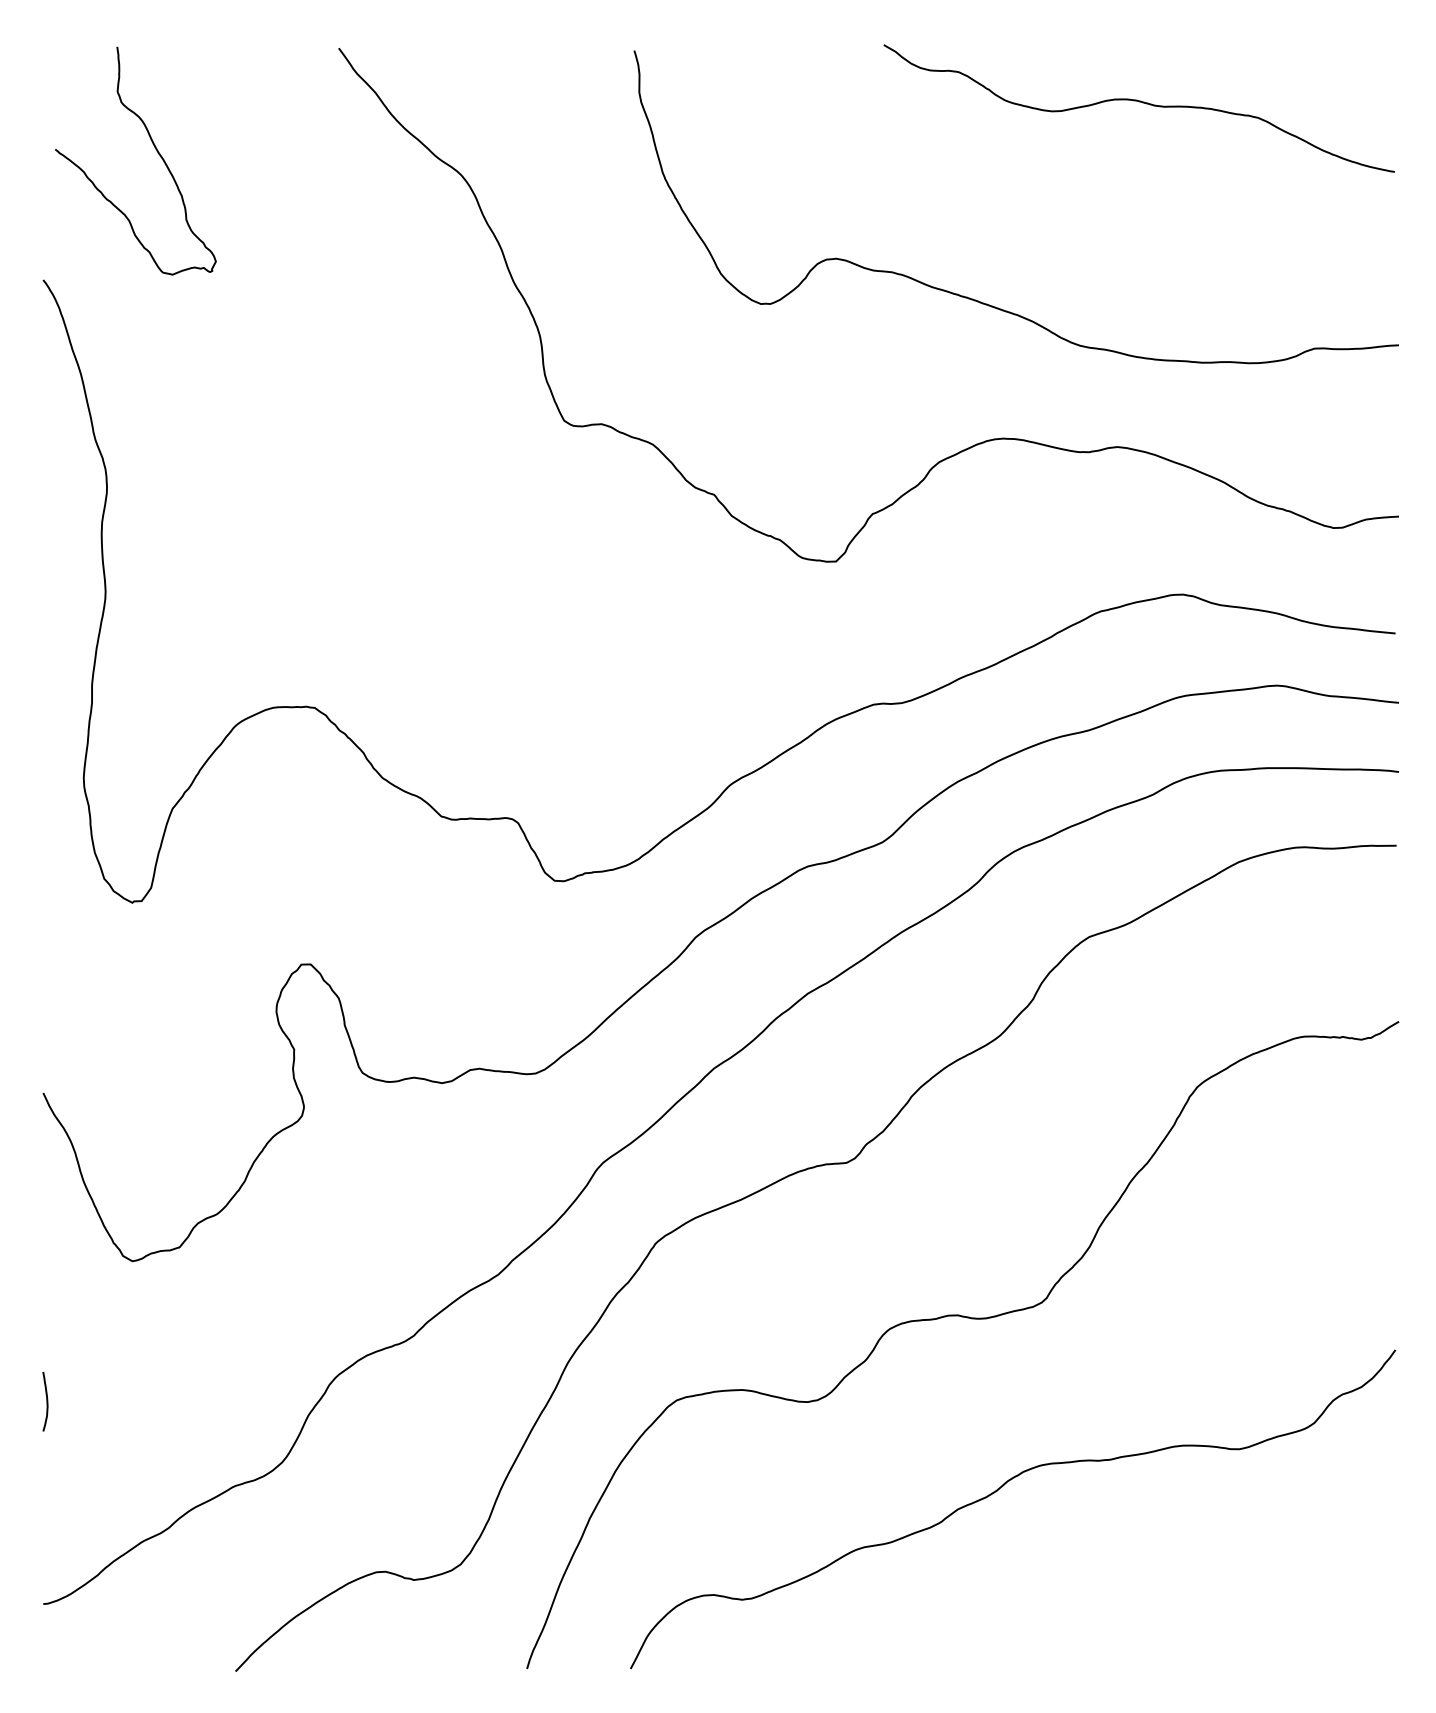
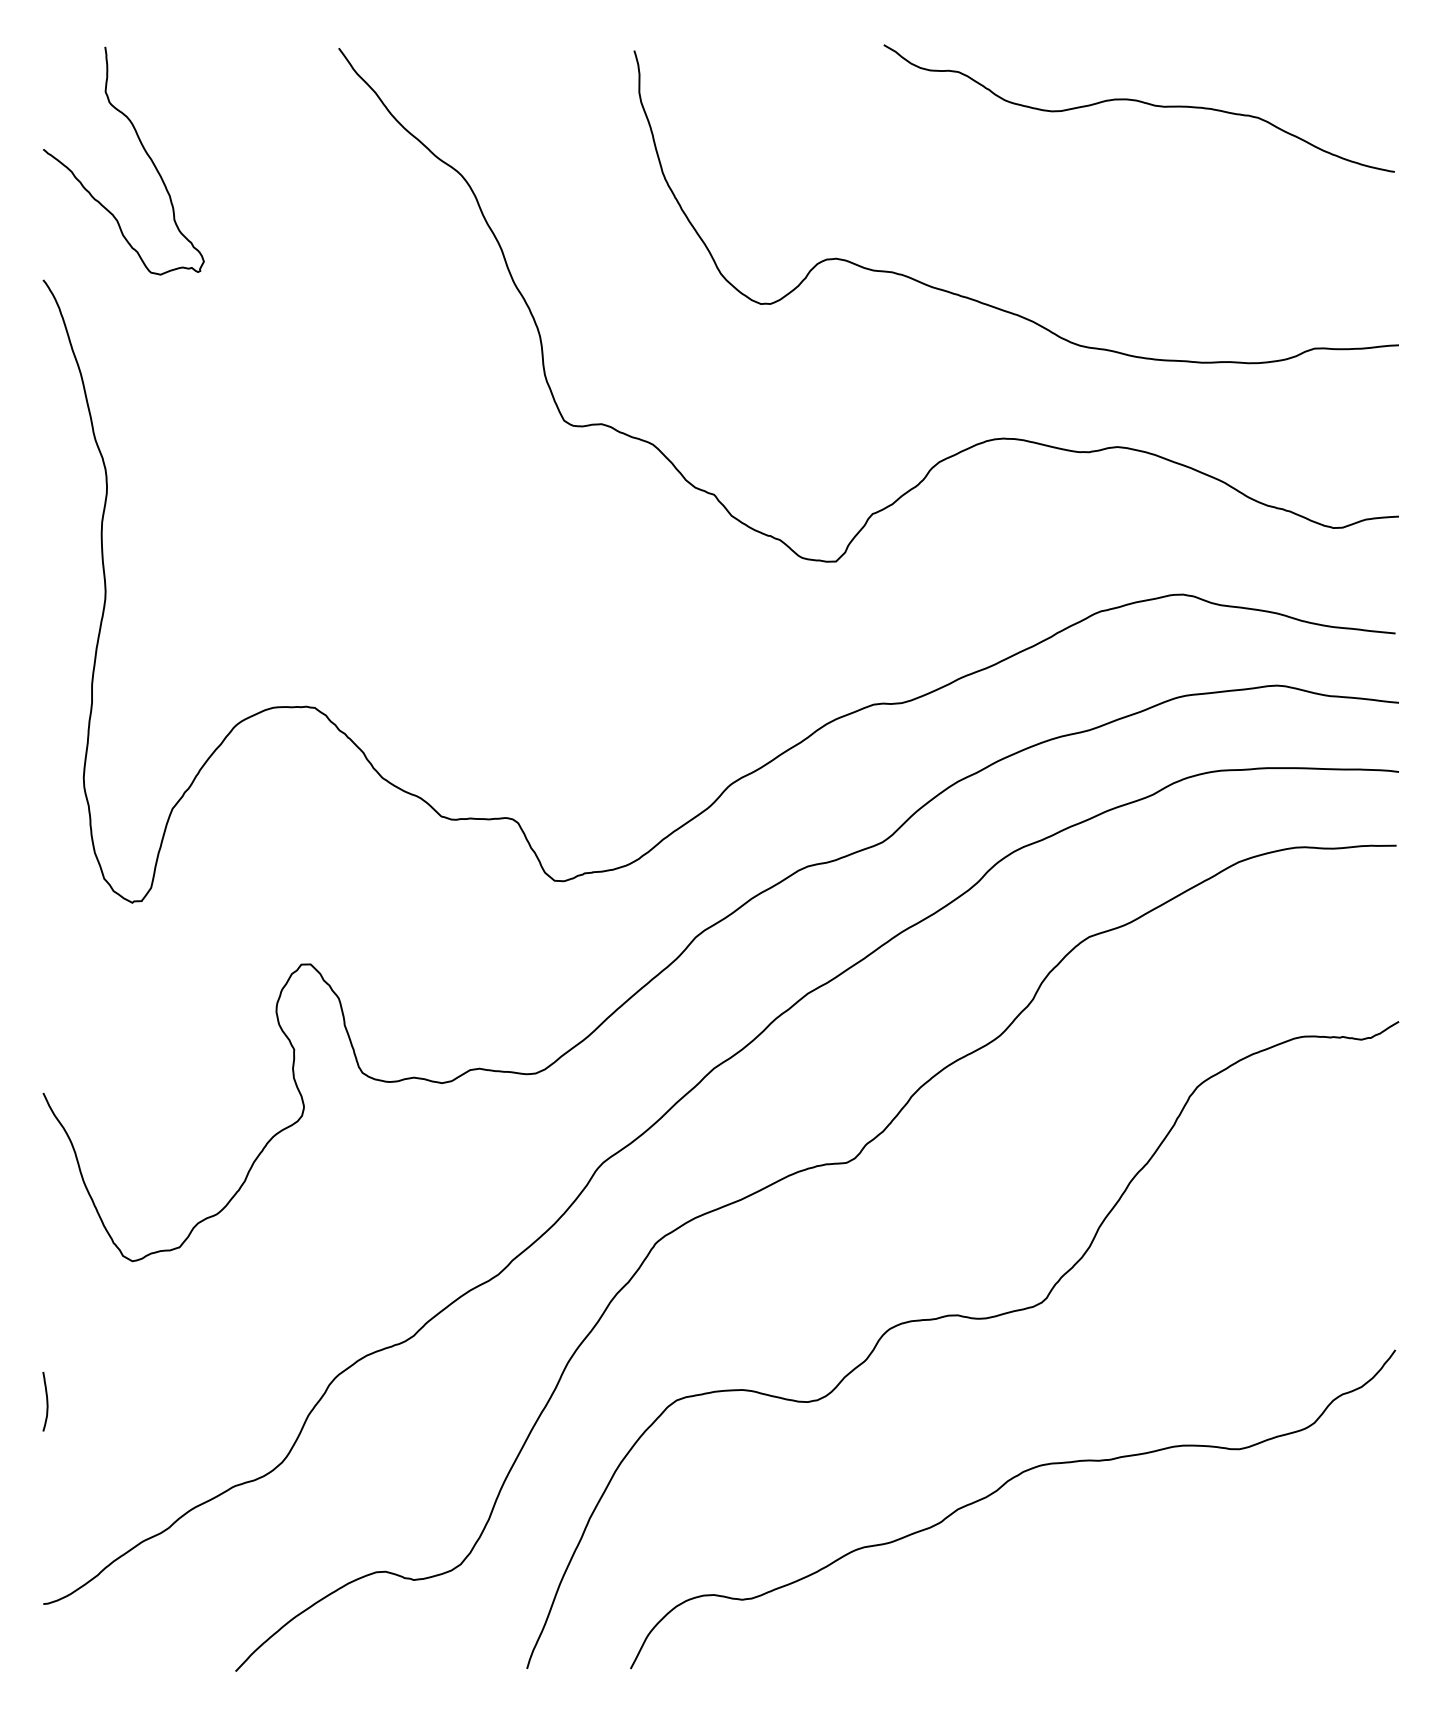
curve at (155, 149) position: (155, 149) -> (143, 149)
